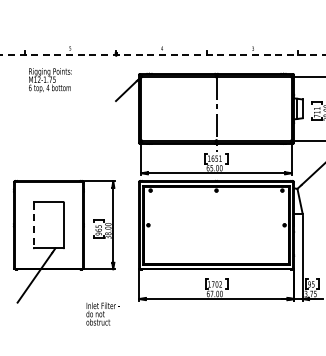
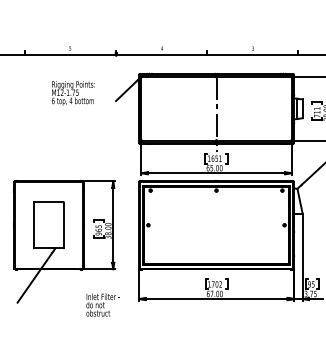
line at (163, 55): dashed -> solid
text at (50, 80) position: (50, 80) -> (73, 93)
line at (33, 225): dashed -> solid
text at (102, 313) position: (102, 313) -> (102, 304)
